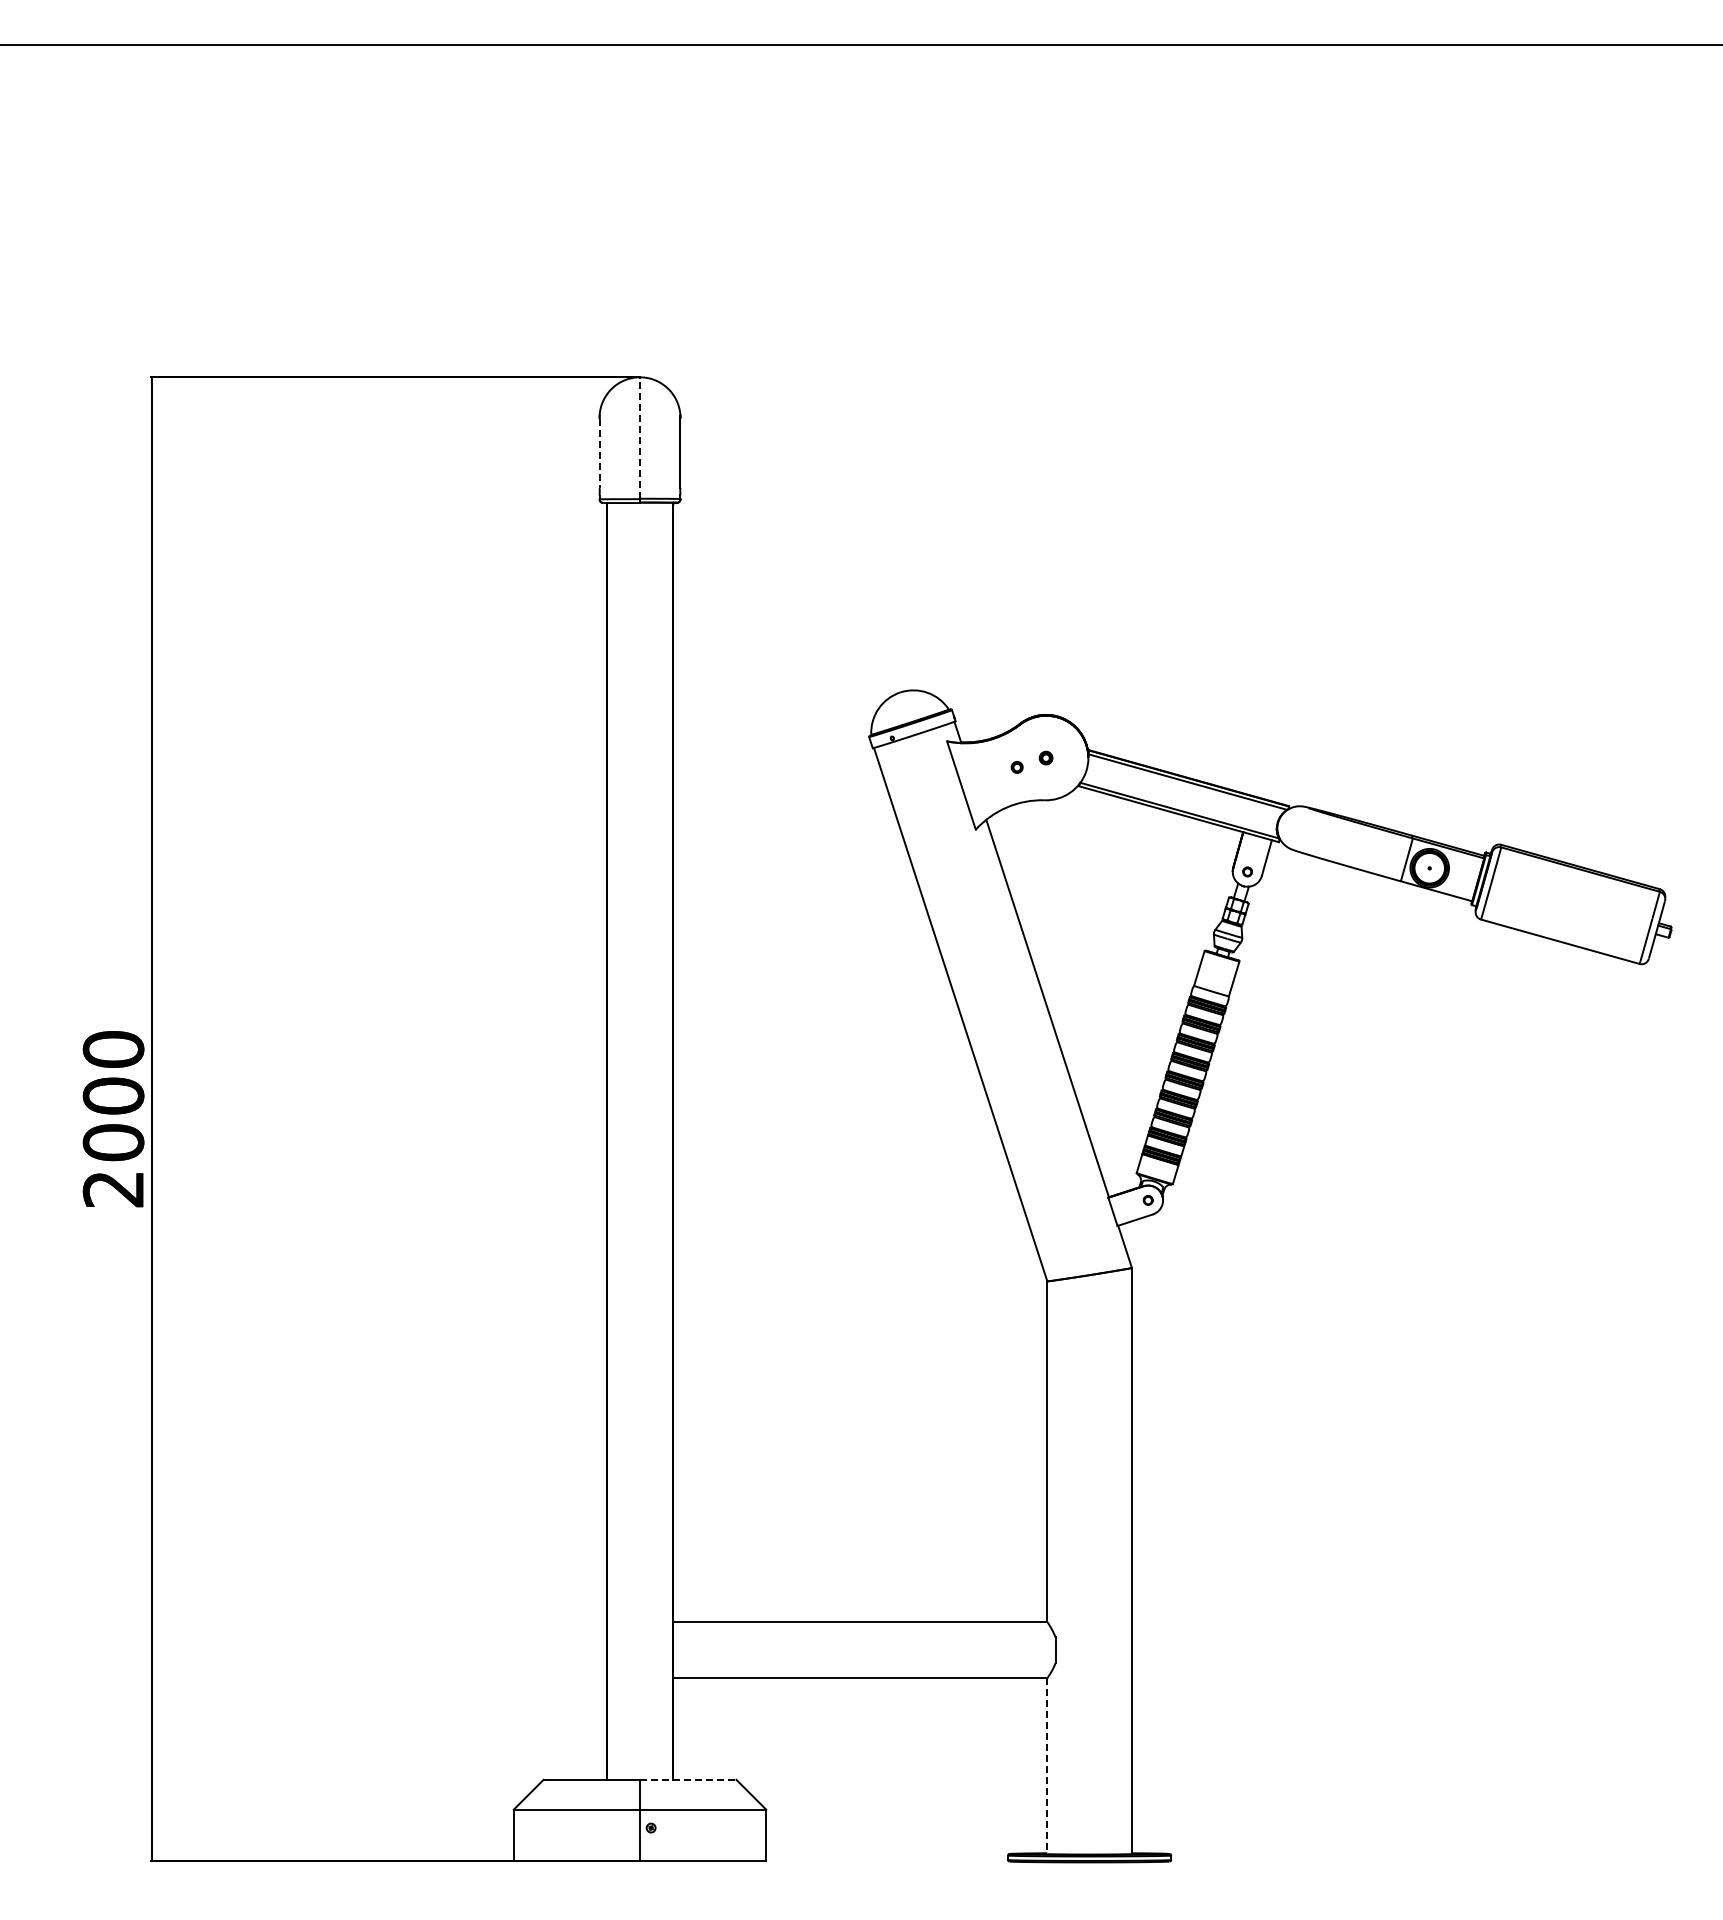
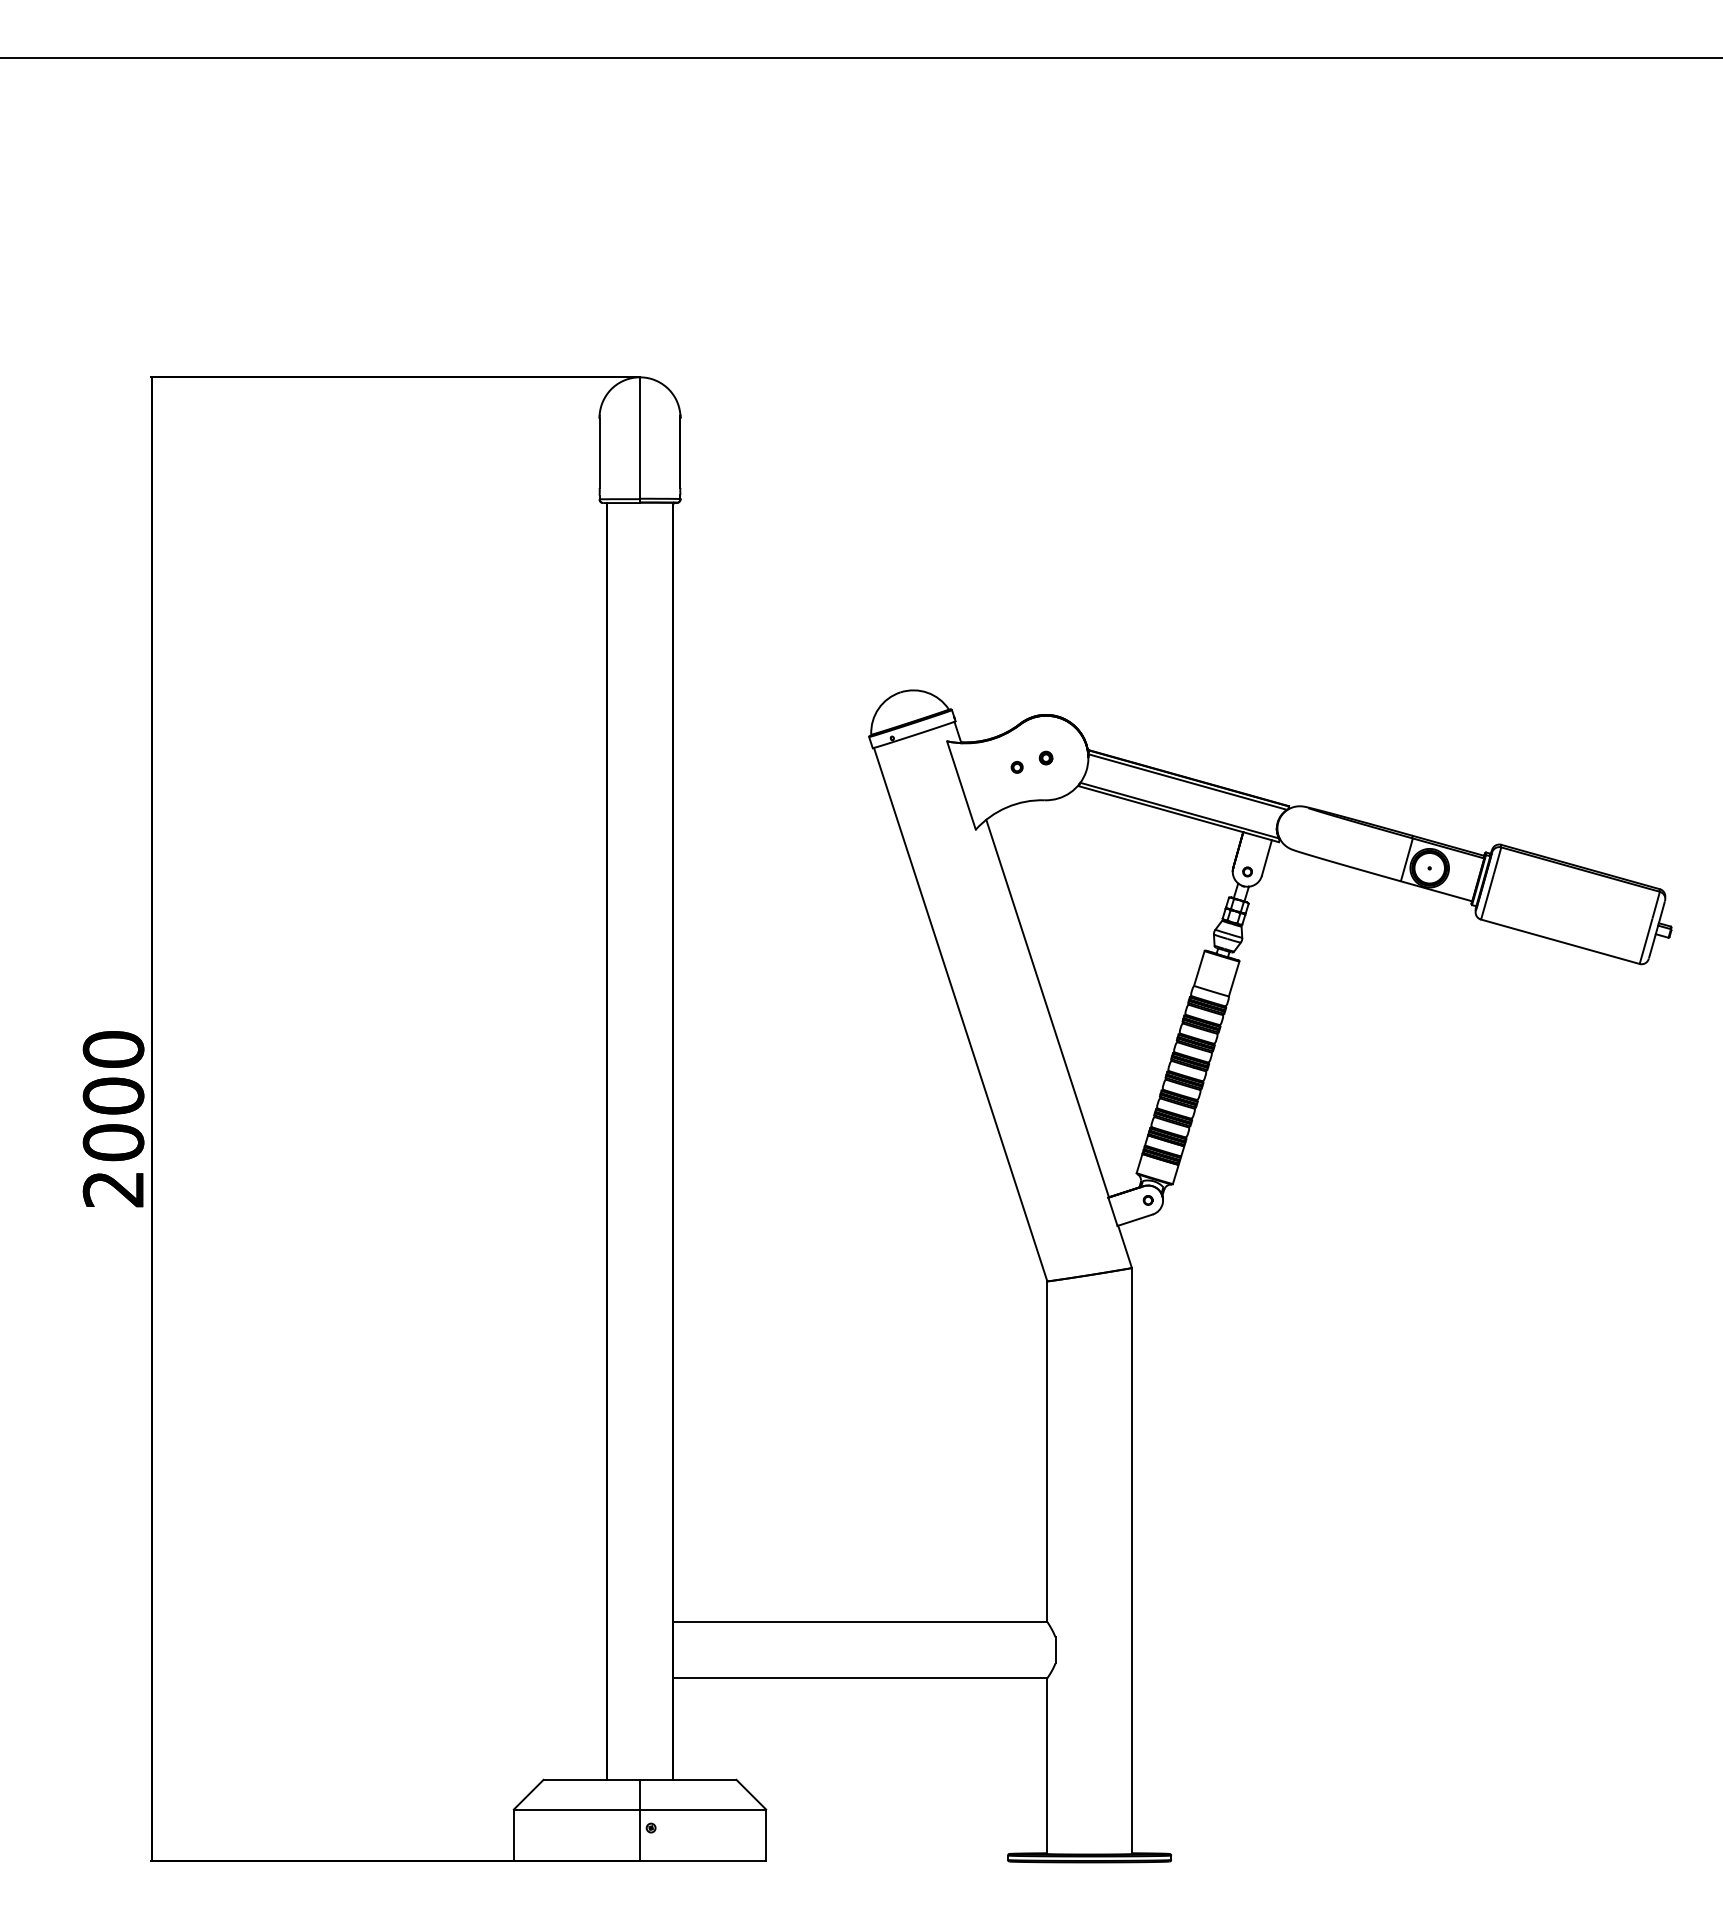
line at (860, 44) position: (860, 44) -> (860, 57)
line at (640, 438): dashed -> solid
line at (599, 453): dashed -> solid
line at (1047, 1766): dashed -> solid
line at (688, 1779): dashed -> solid
